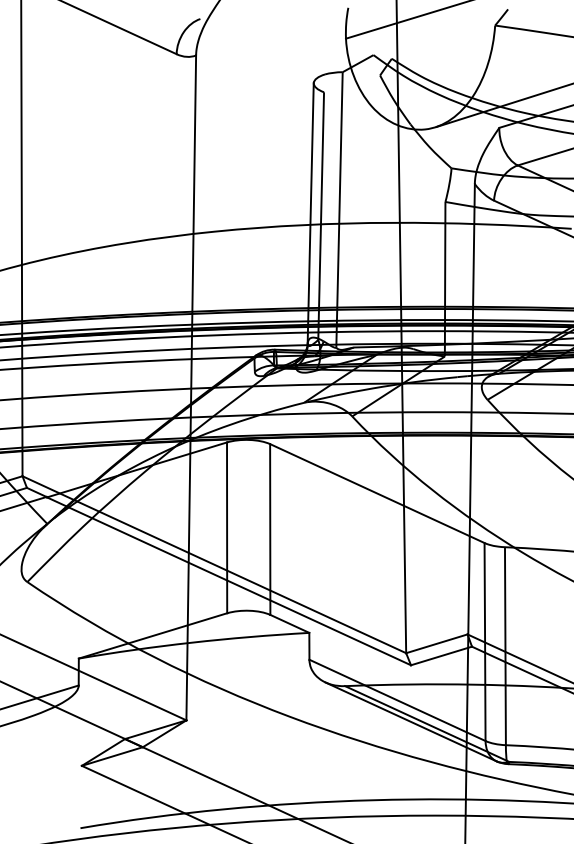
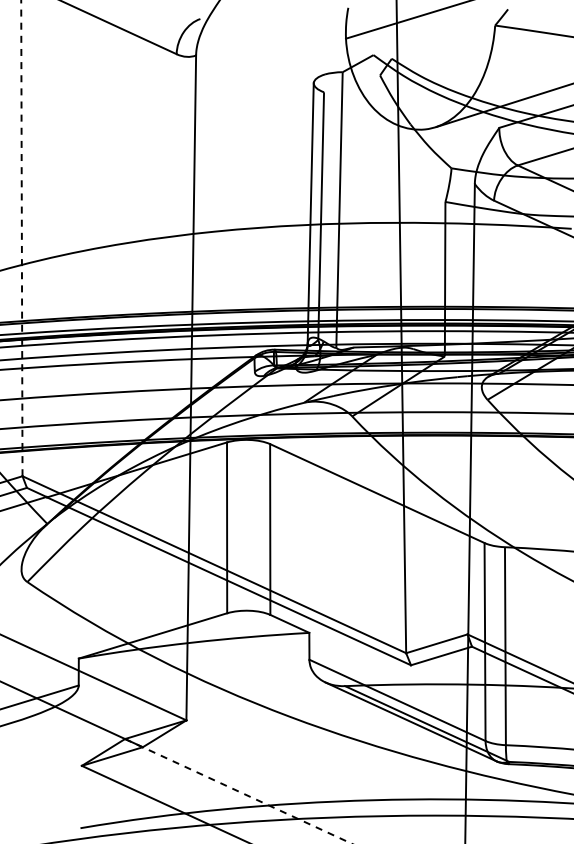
line at (21, 238): solid -> dashed
line at (239, 791): solid -> dashed
